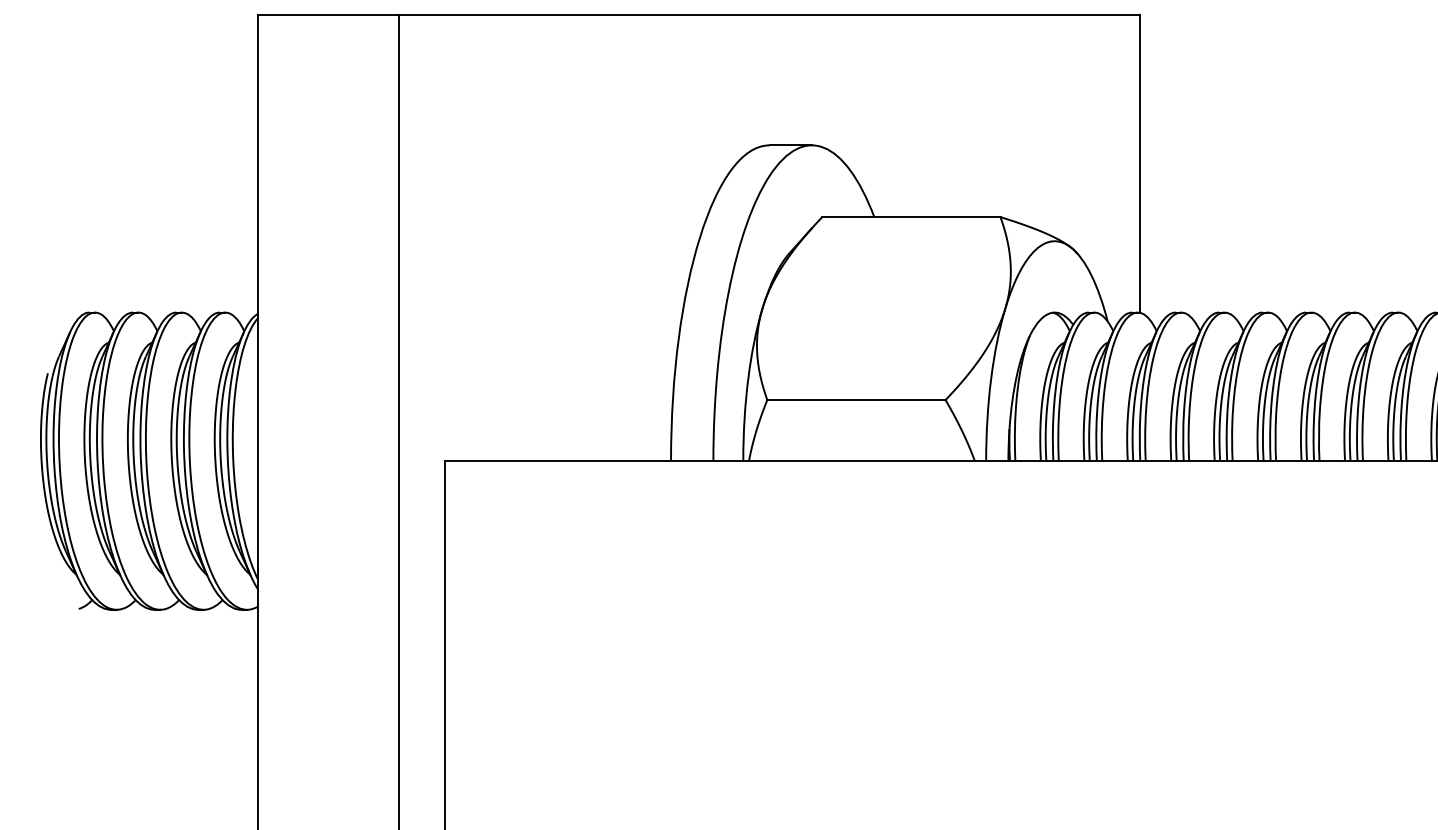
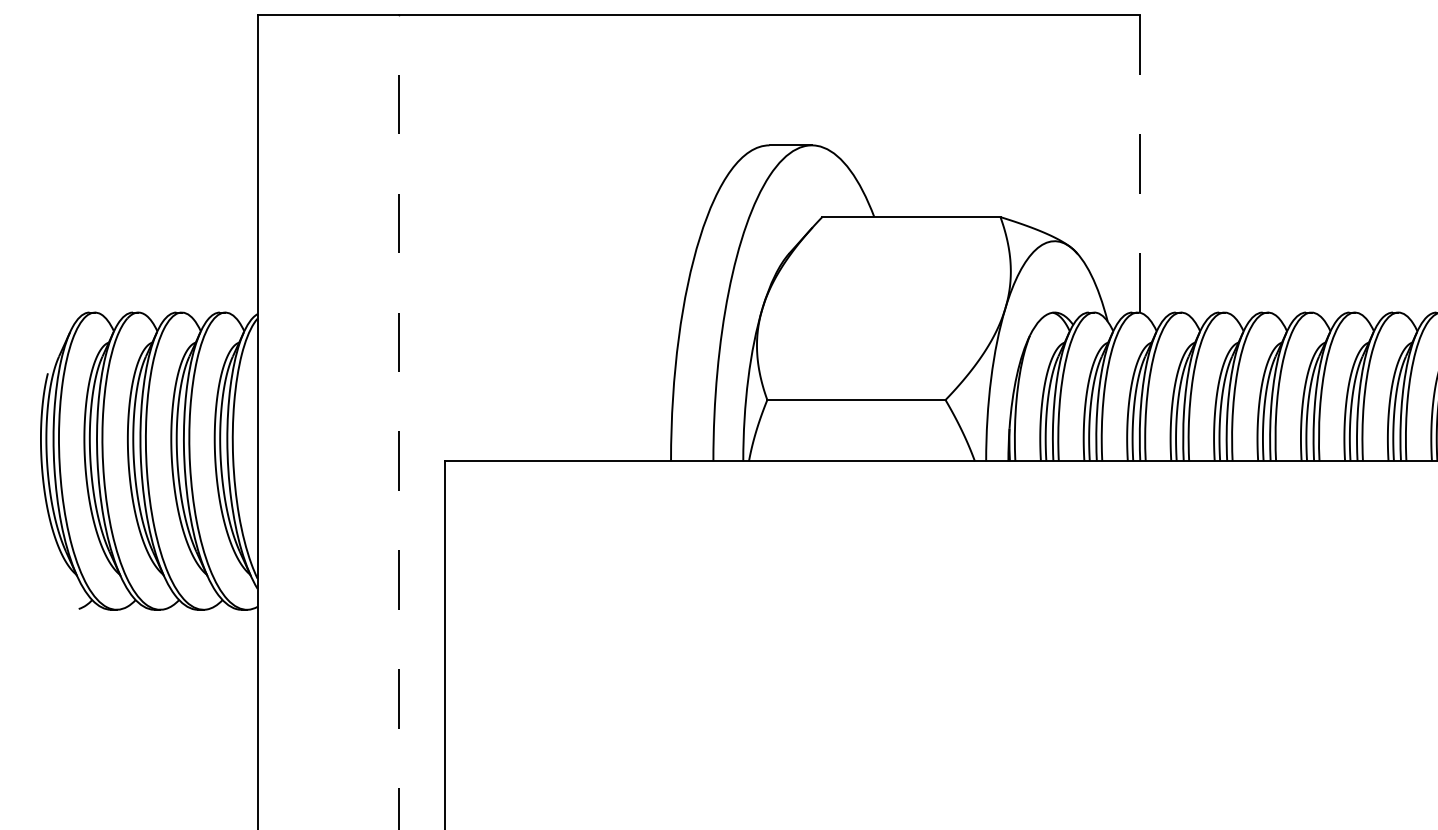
line at (1140, 164): solid -> dashed
line at (398, 422): solid -> dashed
